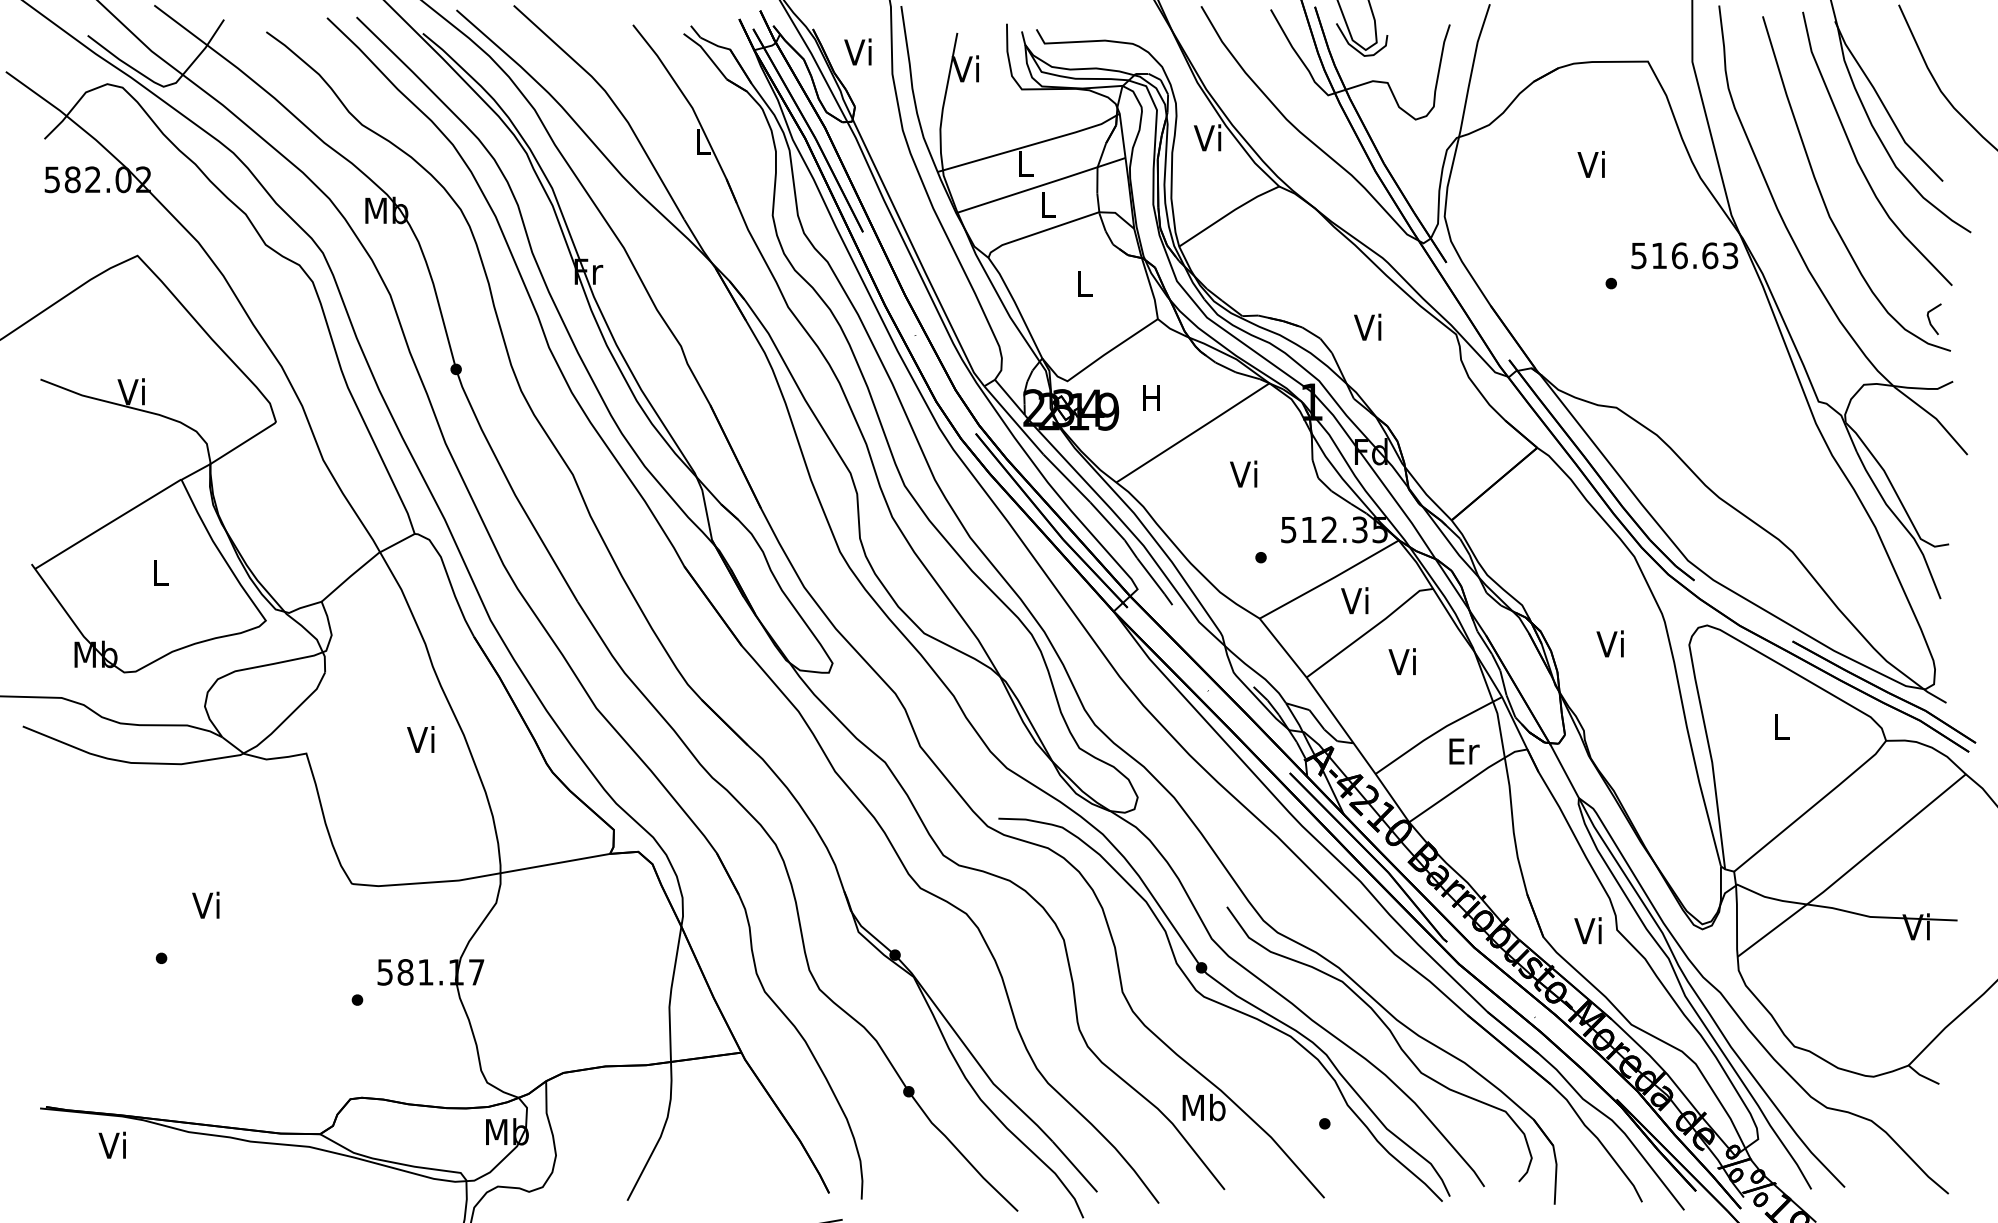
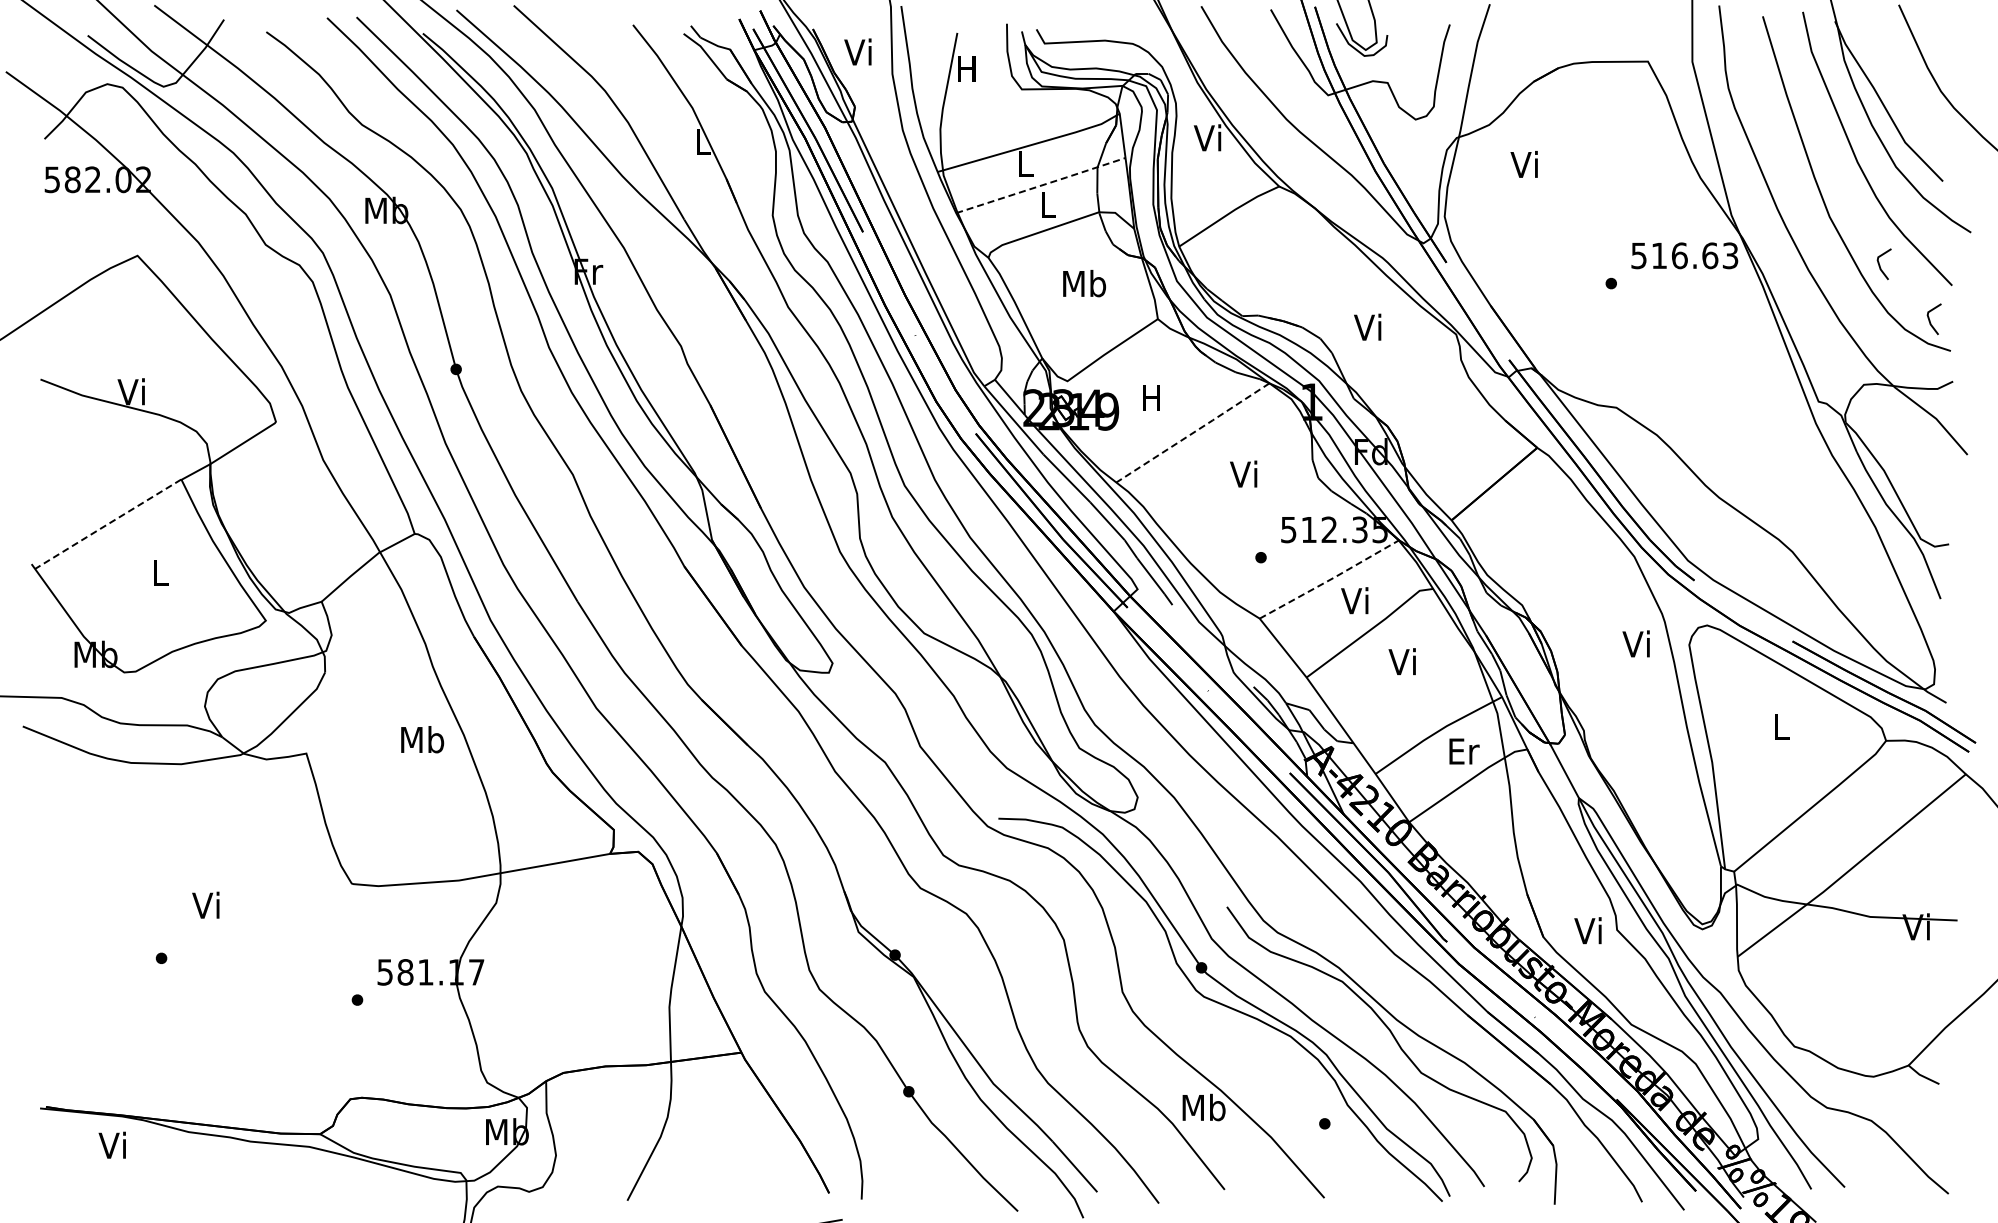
text at (964, 68): Vi -> H
text at (1590, 164) position: (1590, 164) -> (1523, 164)
line at (1041, 185): solid -> dashed
line at (1880, 265): none -> present
text at (1084, 283): L -> Mb
line at (1193, 432): solid -> dashed
line at (107, 524): solid -> dashed
line at (1330, 579): solid -> dashed
text at (1609, 643) position: (1609, 643) -> (1635, 643)
text at (422, 739): Vi -> Mb
